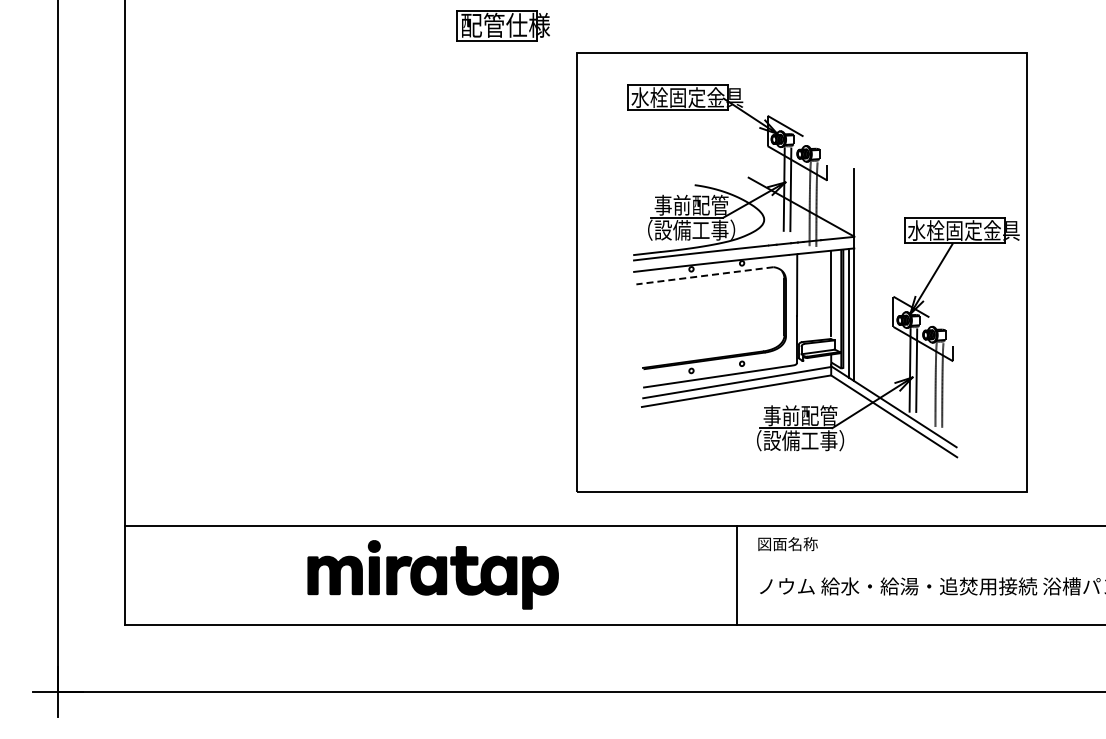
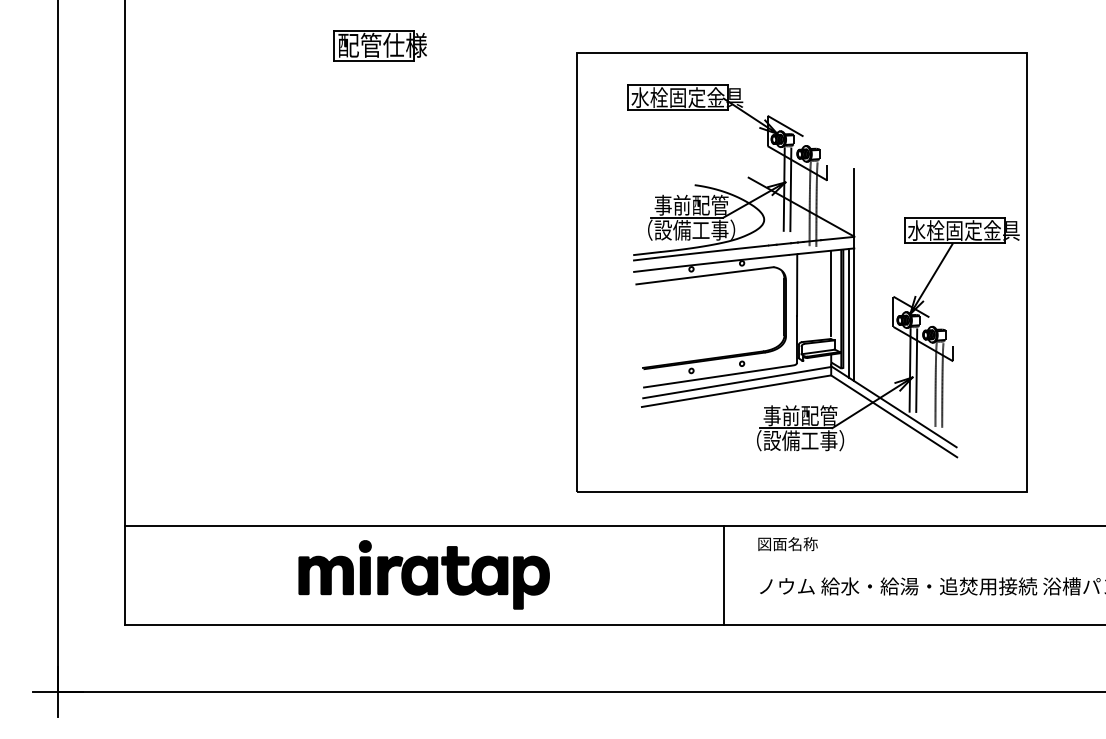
part at (502, 25) position: (502, 25) -> (379, 45)
line at (704, 275): dashed -> solid
part at (432, 574) position: (432, 574) -> (423, 574)
line at (736, 575) position: (736, 575) -> (723, 575)
